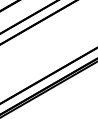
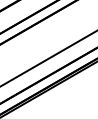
line at (48, 58): none -> present
